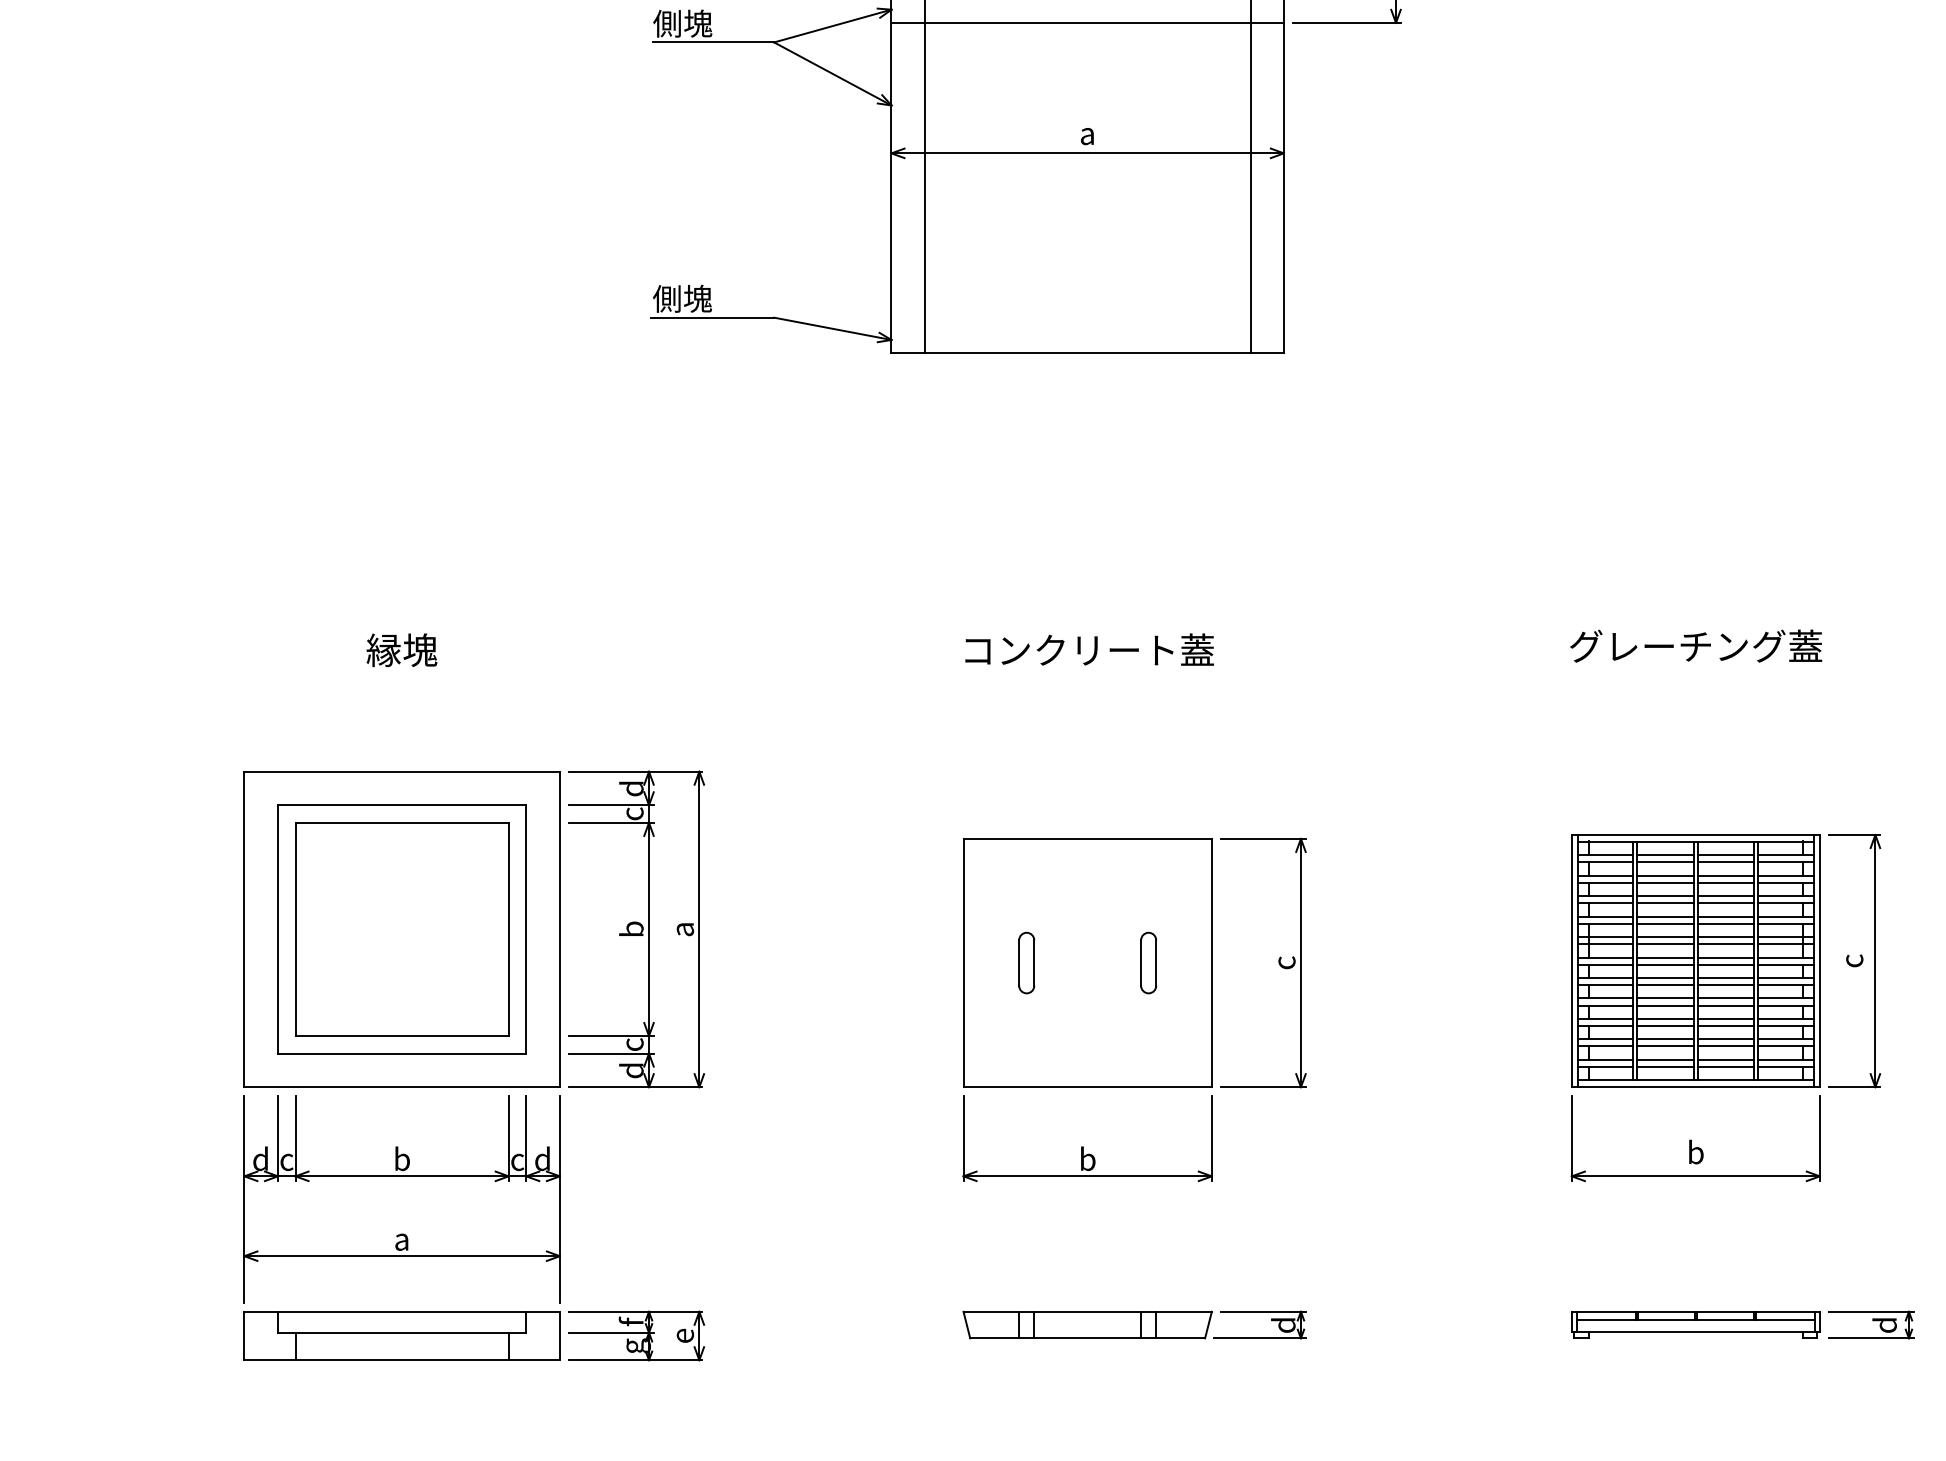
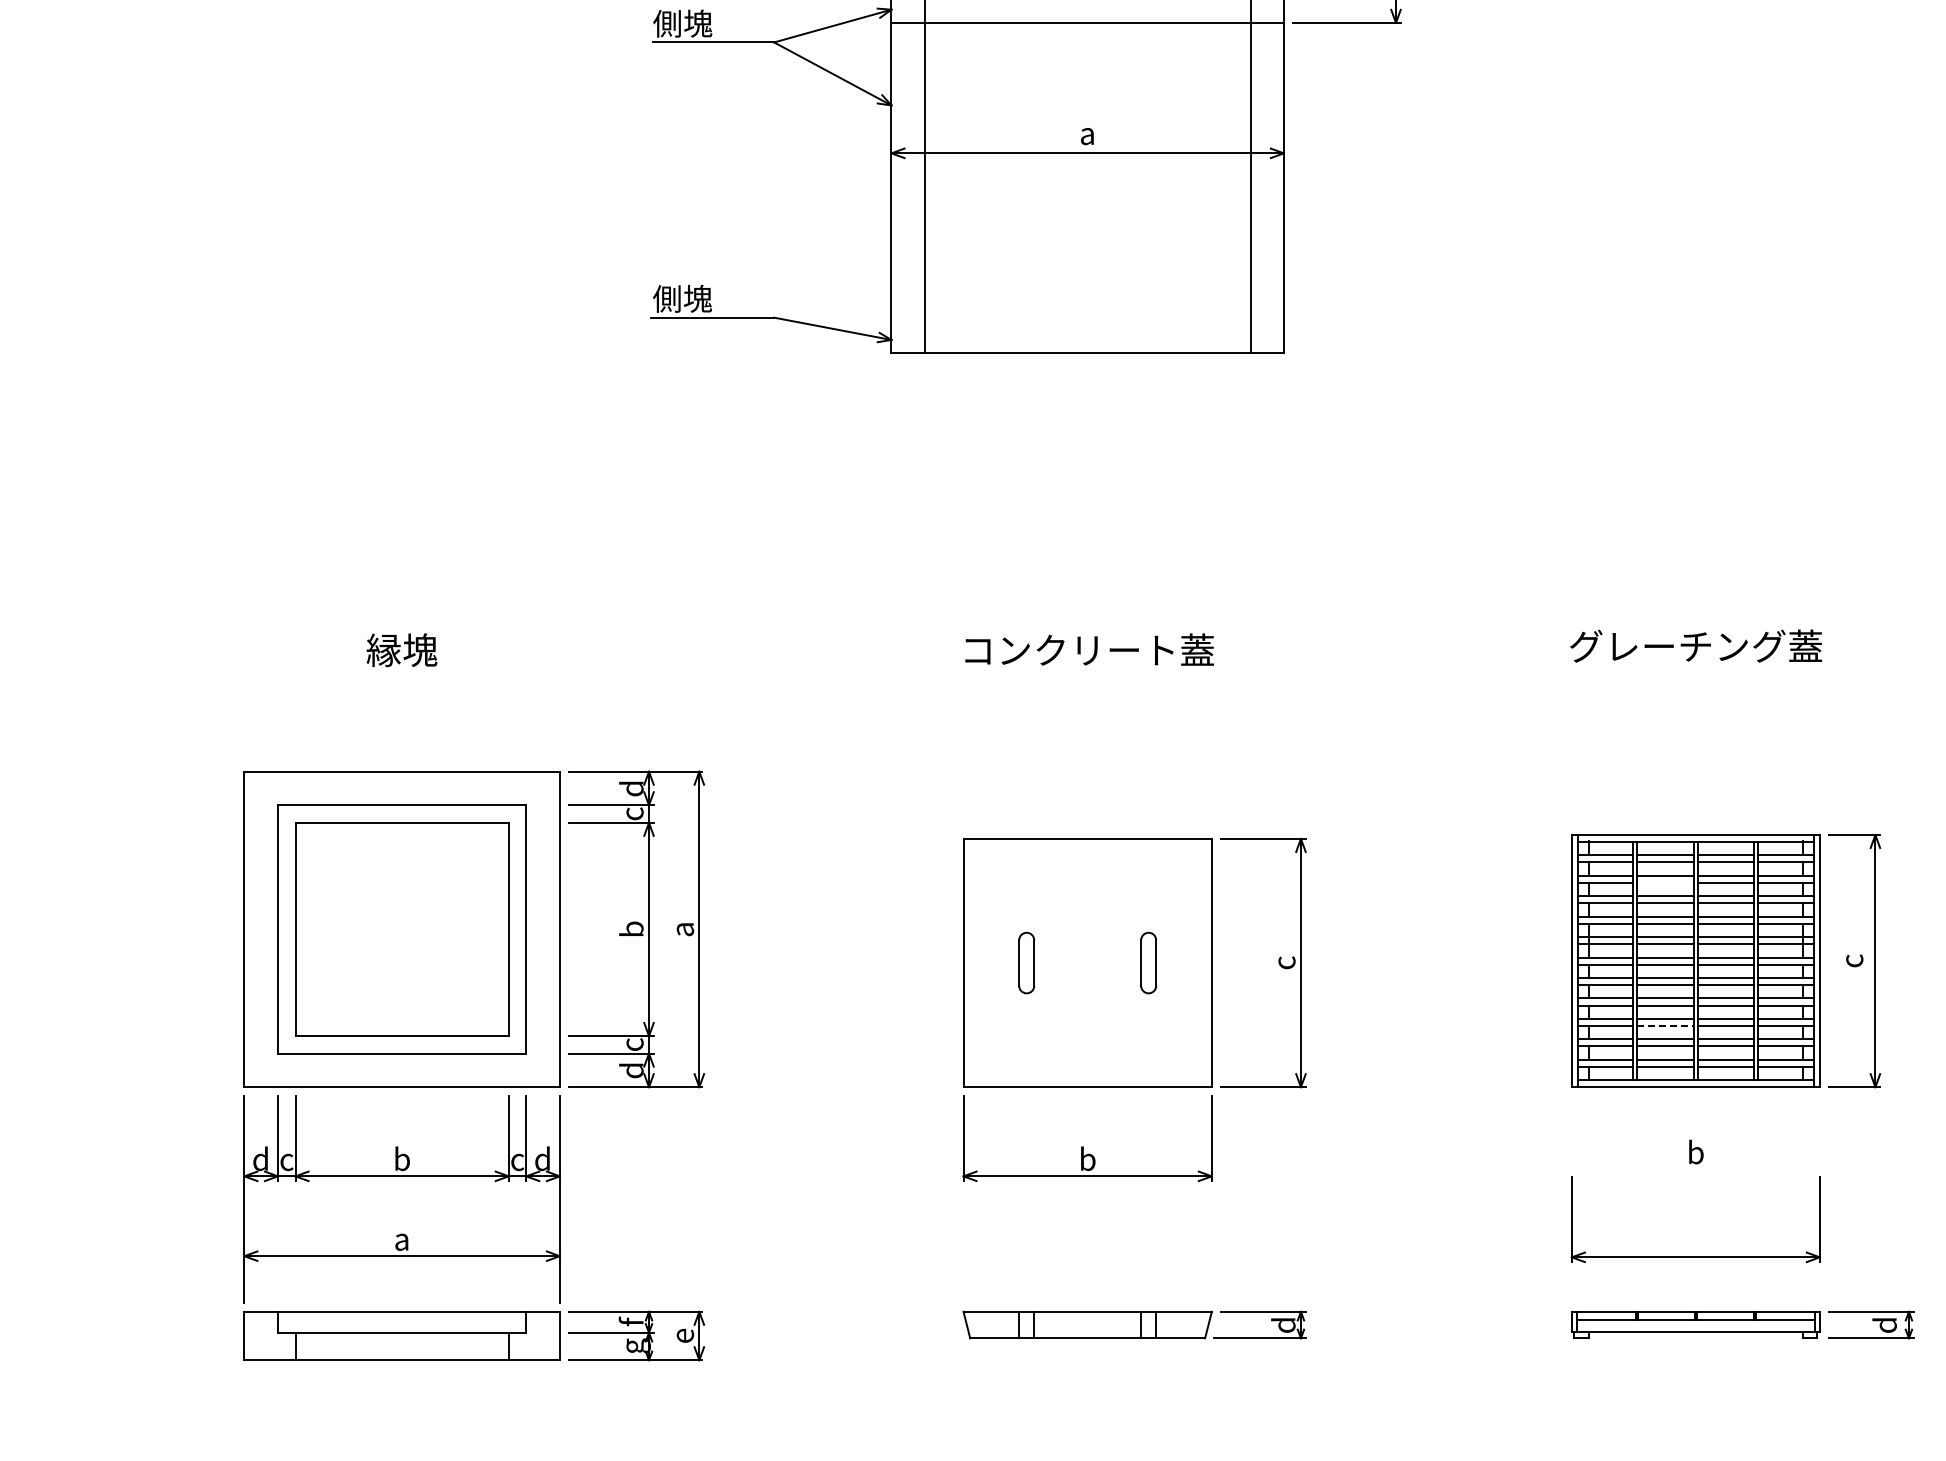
line at (1665, 882): present -> none
line at (1666, 1025): solid -> dashed
part at (1695, 1175) position: (1695, 1175) -> (1695, 1256)
